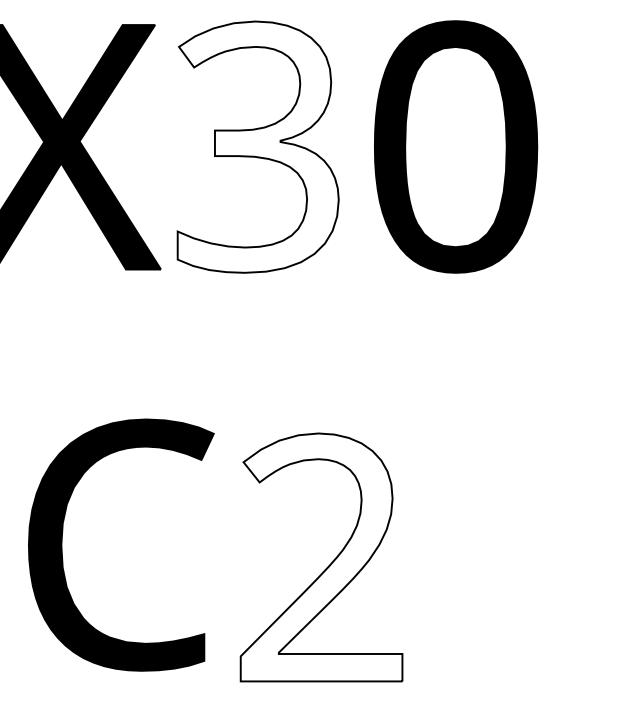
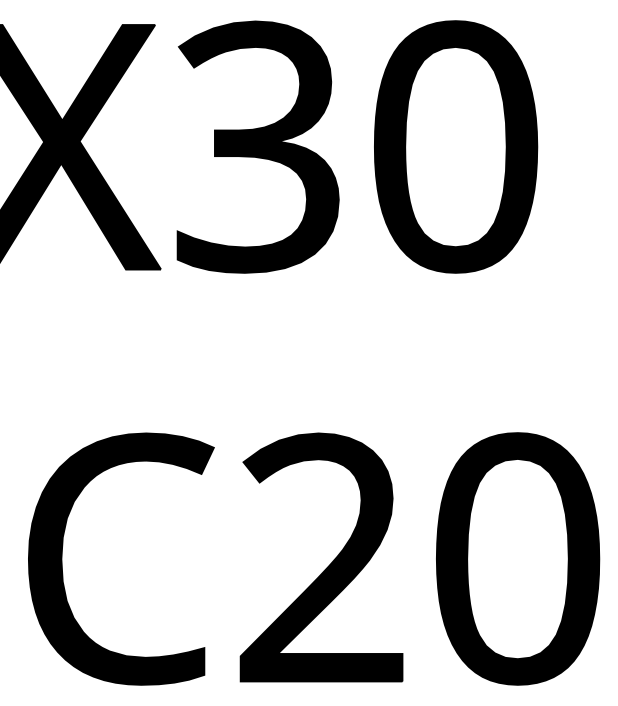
fill at (257, 146): none -> present
part at (62, 544) position: (62, 544) -> (62, 558)
fill at (321, 557): none -> present
part at (518, 558): none -> present
